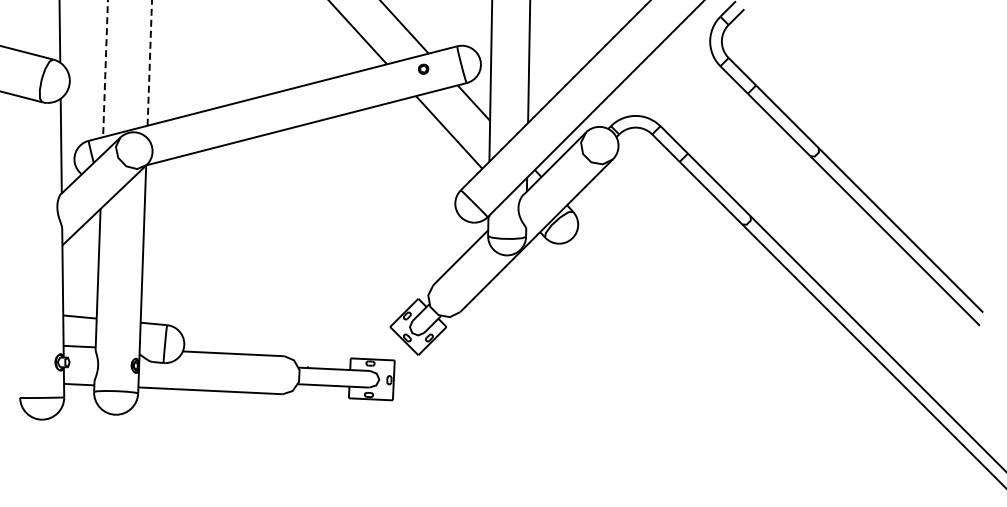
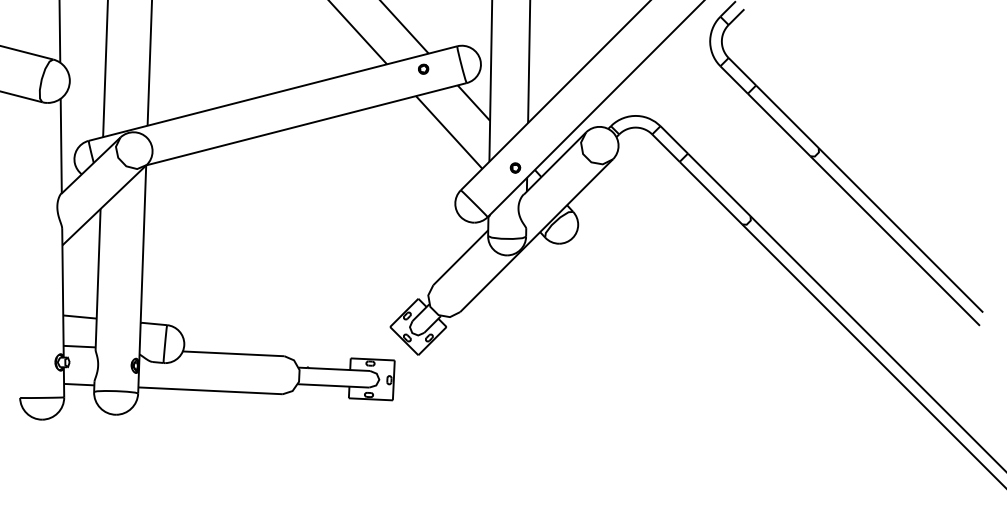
line at (149, 62): dashed -> solid
line at (105, 69): dashed -> solid
part at (515, 167): none -> present
